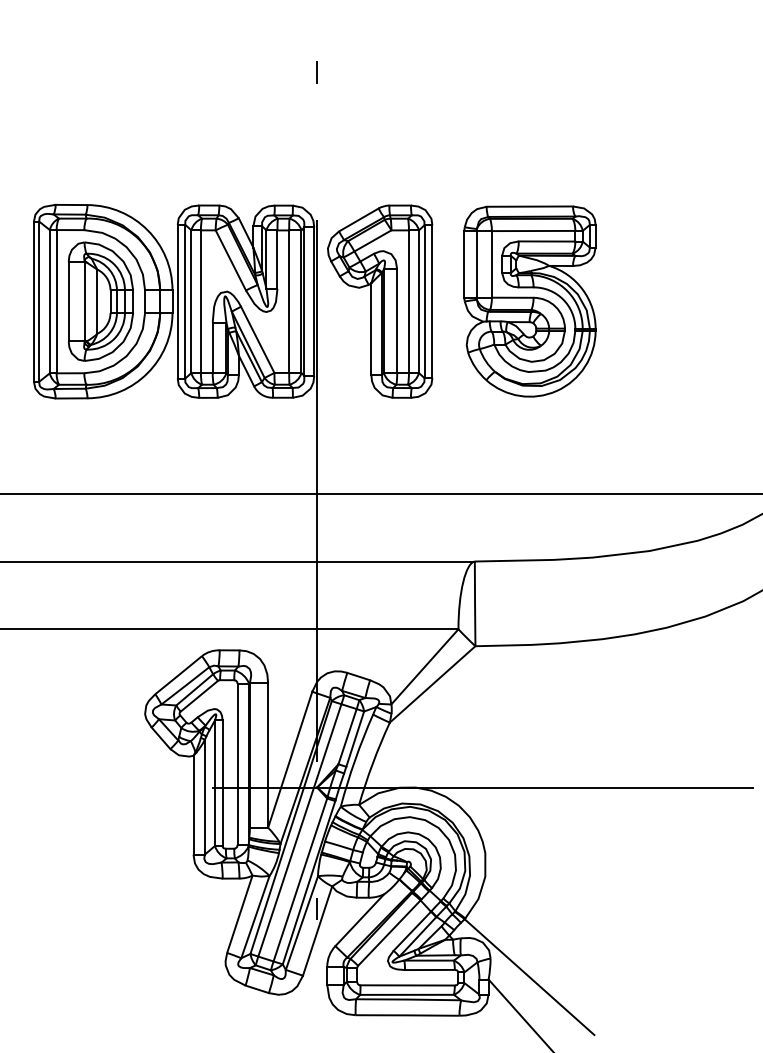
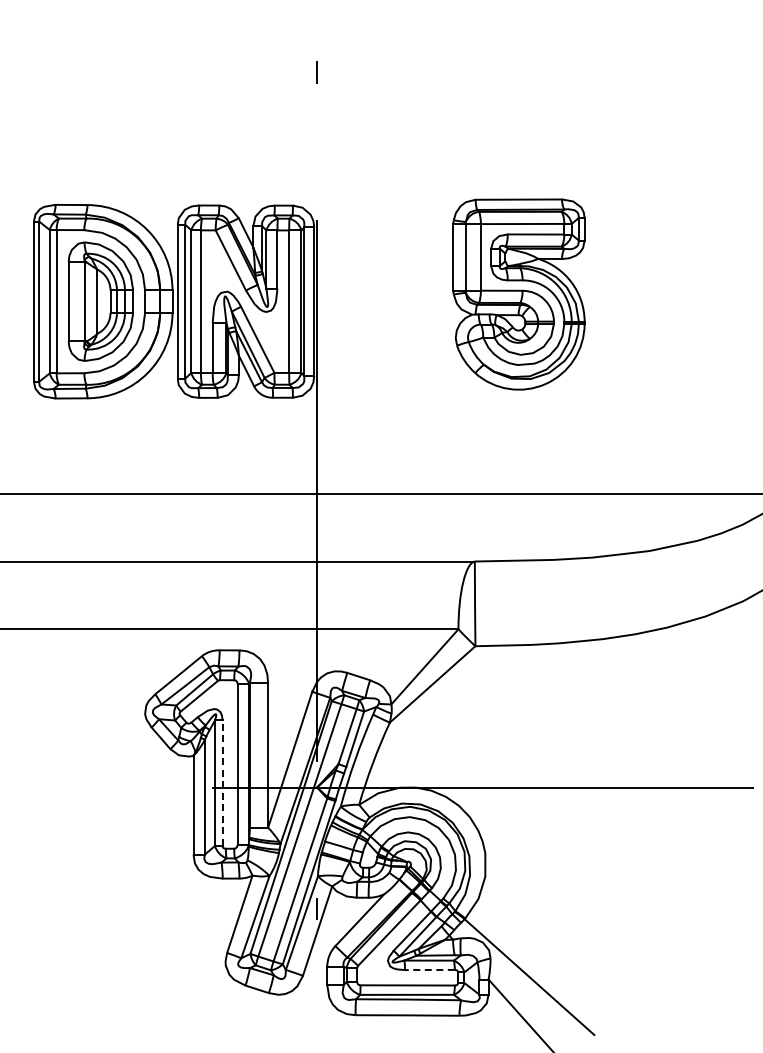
part at (380, 301): present -> none
part at (529, 301) position: (529, 301) -> (518, 294)
line at (222, 783): solid -> dashed
line at (429, 969): solid -> dashed
